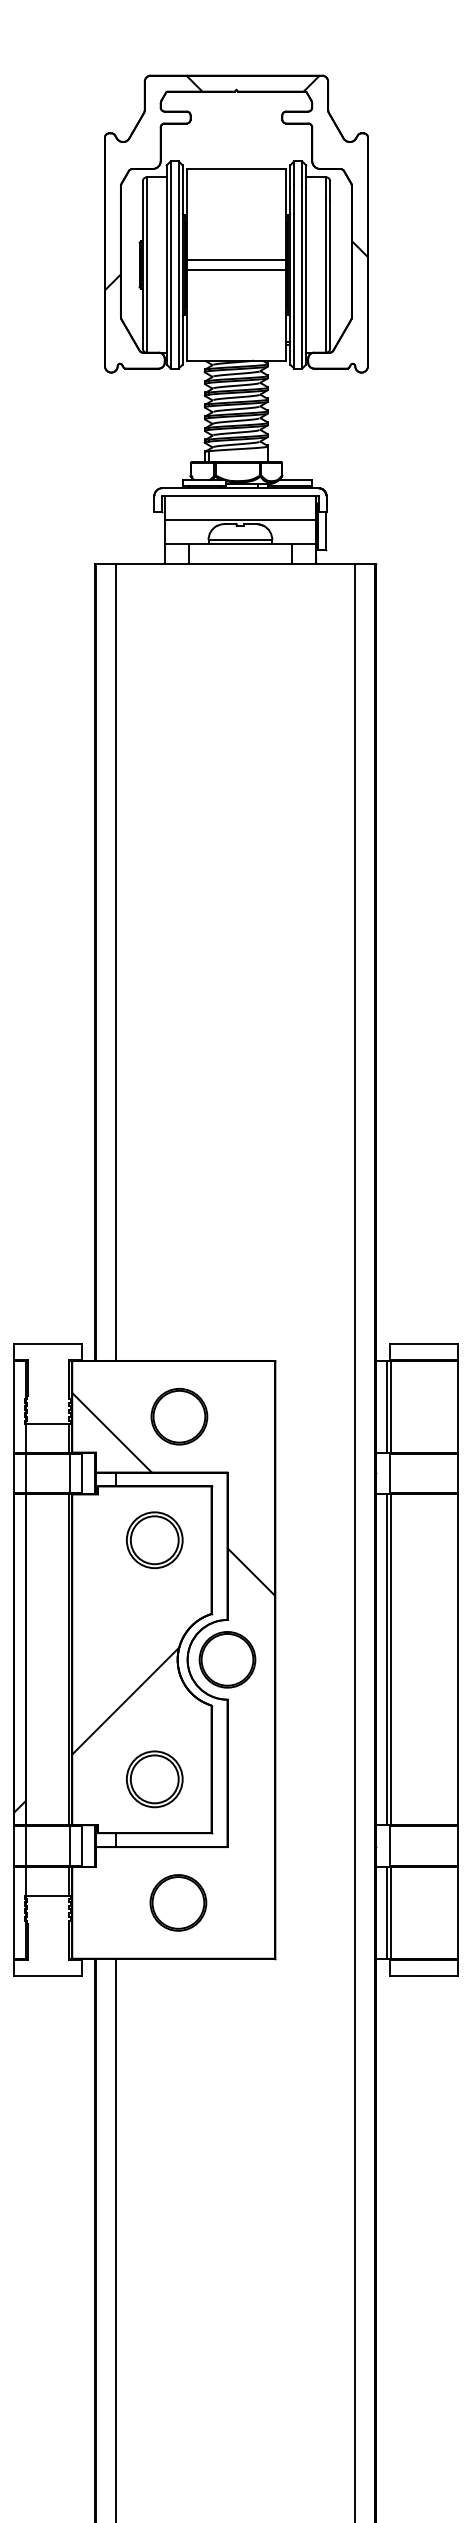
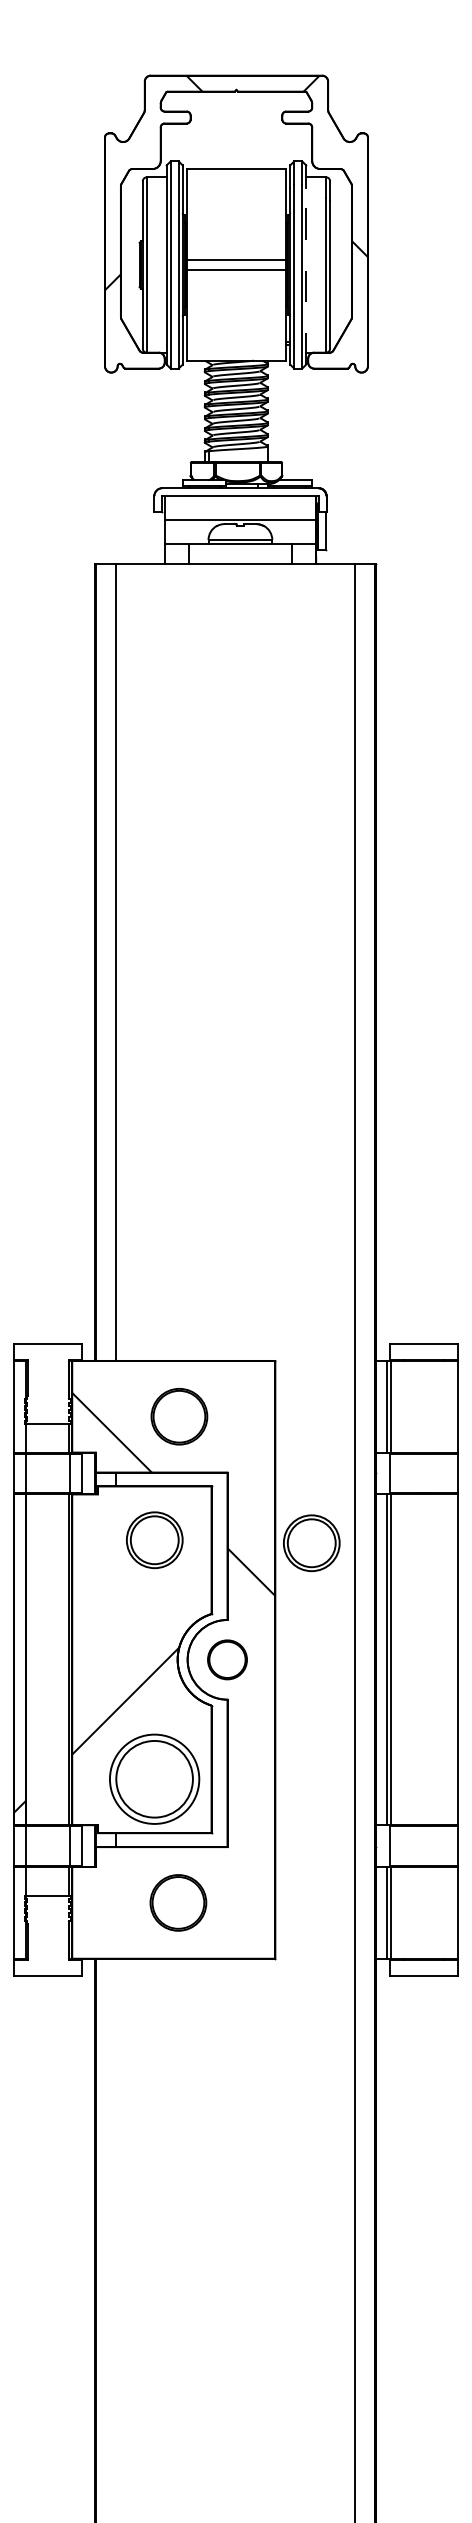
line at (306, 276): solid -> dashed
part at (311, 1543): none -> present
part at (227, 1659) size: 59x58 px -> 41x42 px
part at (154, 1779) size: 58x59 px -> 92x92 px
line at (115, 2238): present -> none
